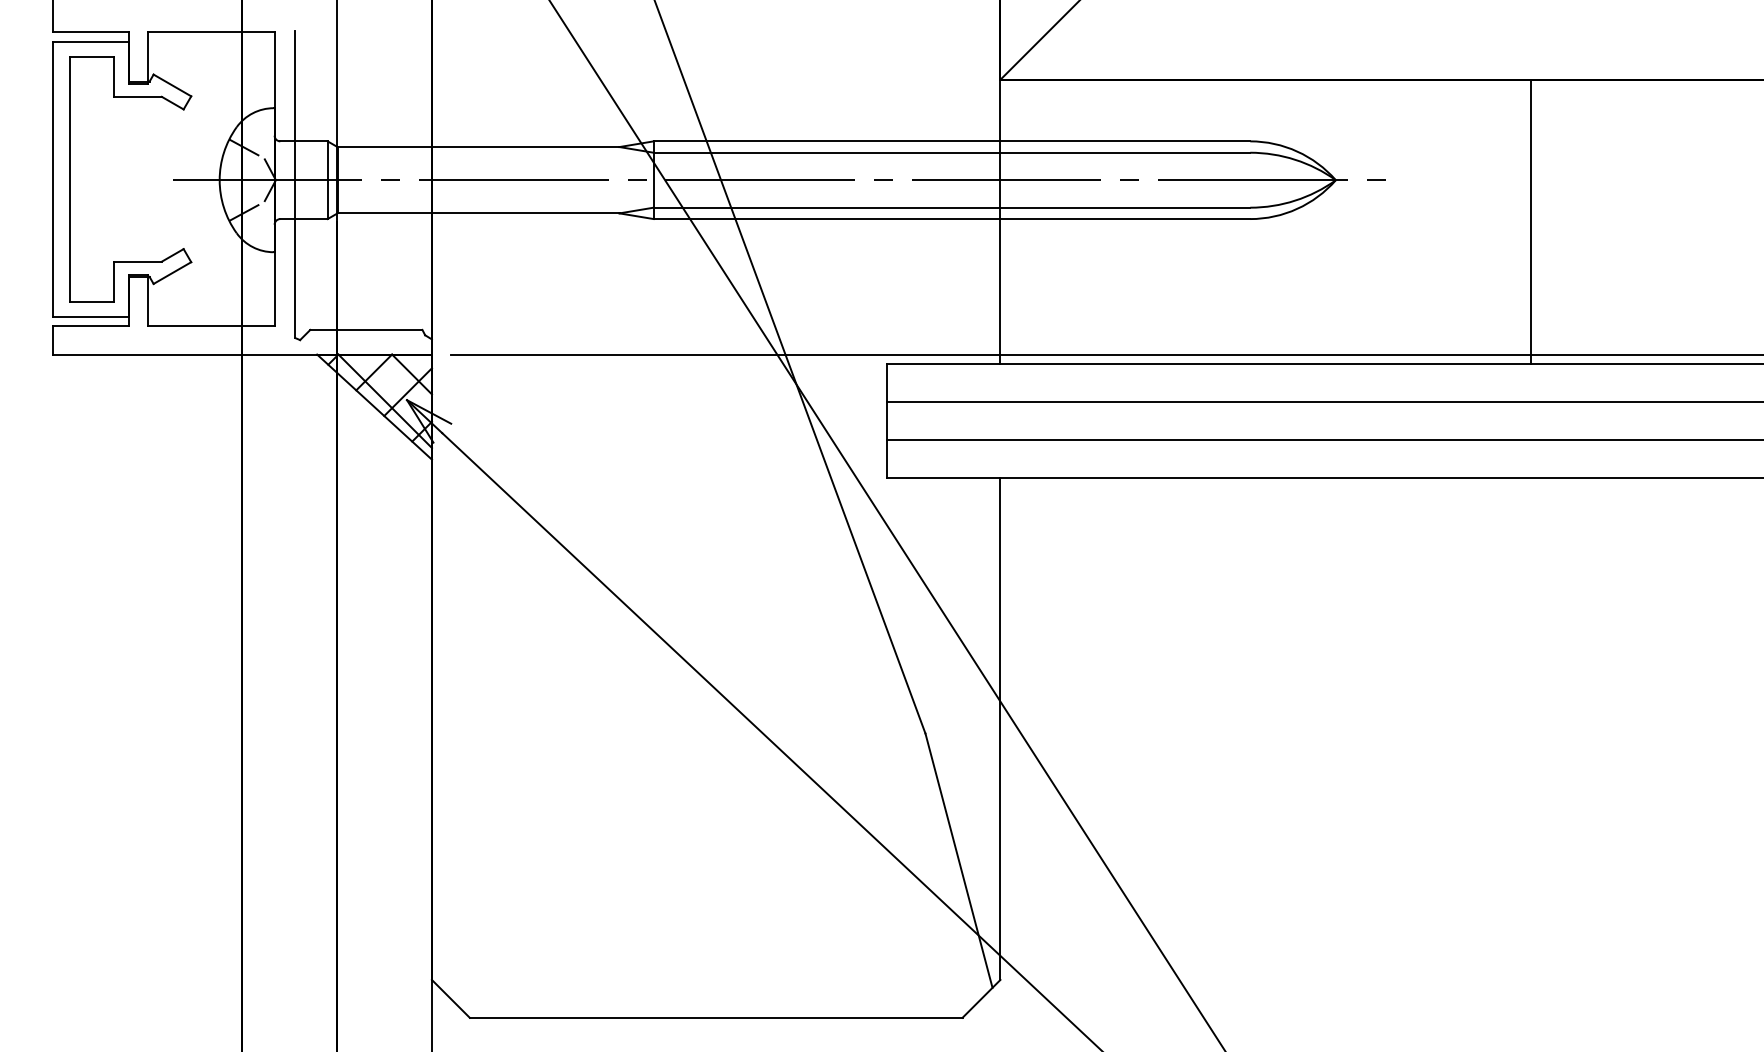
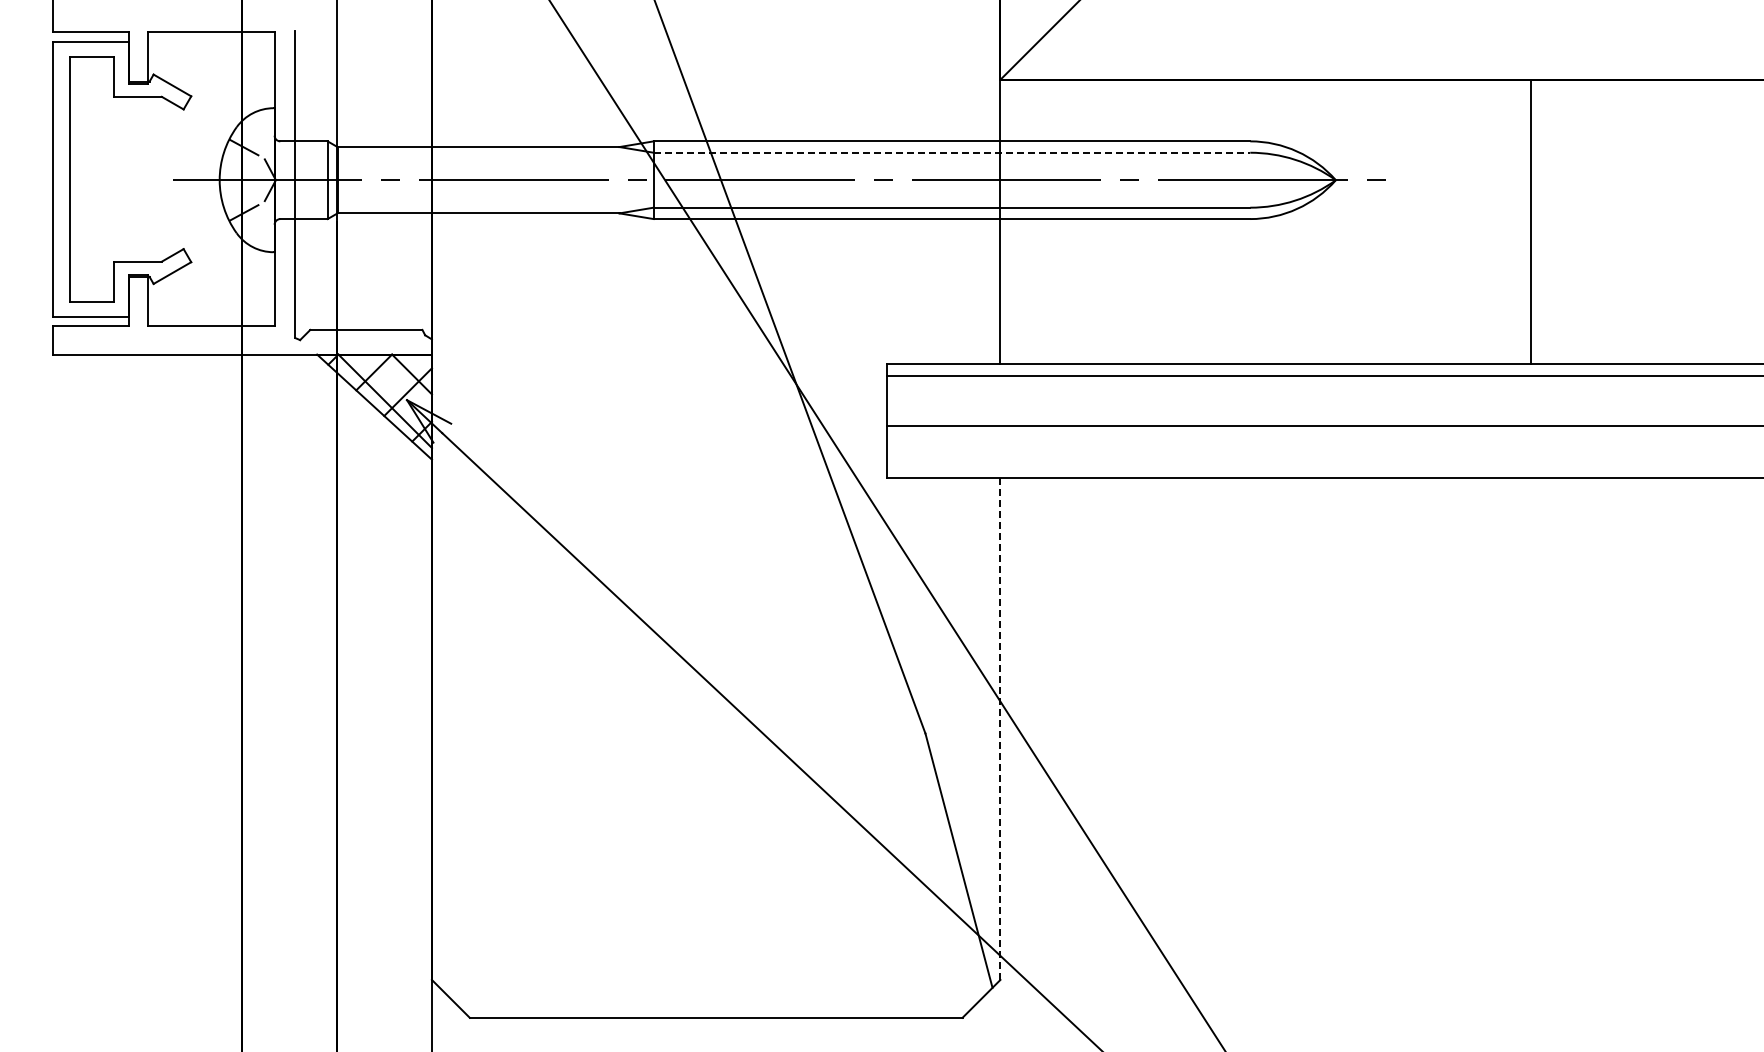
line at (952, 152): solid -> dashed
line at (1105, 354): present -> none
line at (1323, 401) position: (1323, 401) -> (1323, 375)
line at (1323, 439) position: (1323, 439) -> (1323, 425)
line at (1000, 728): solid -> dashed
